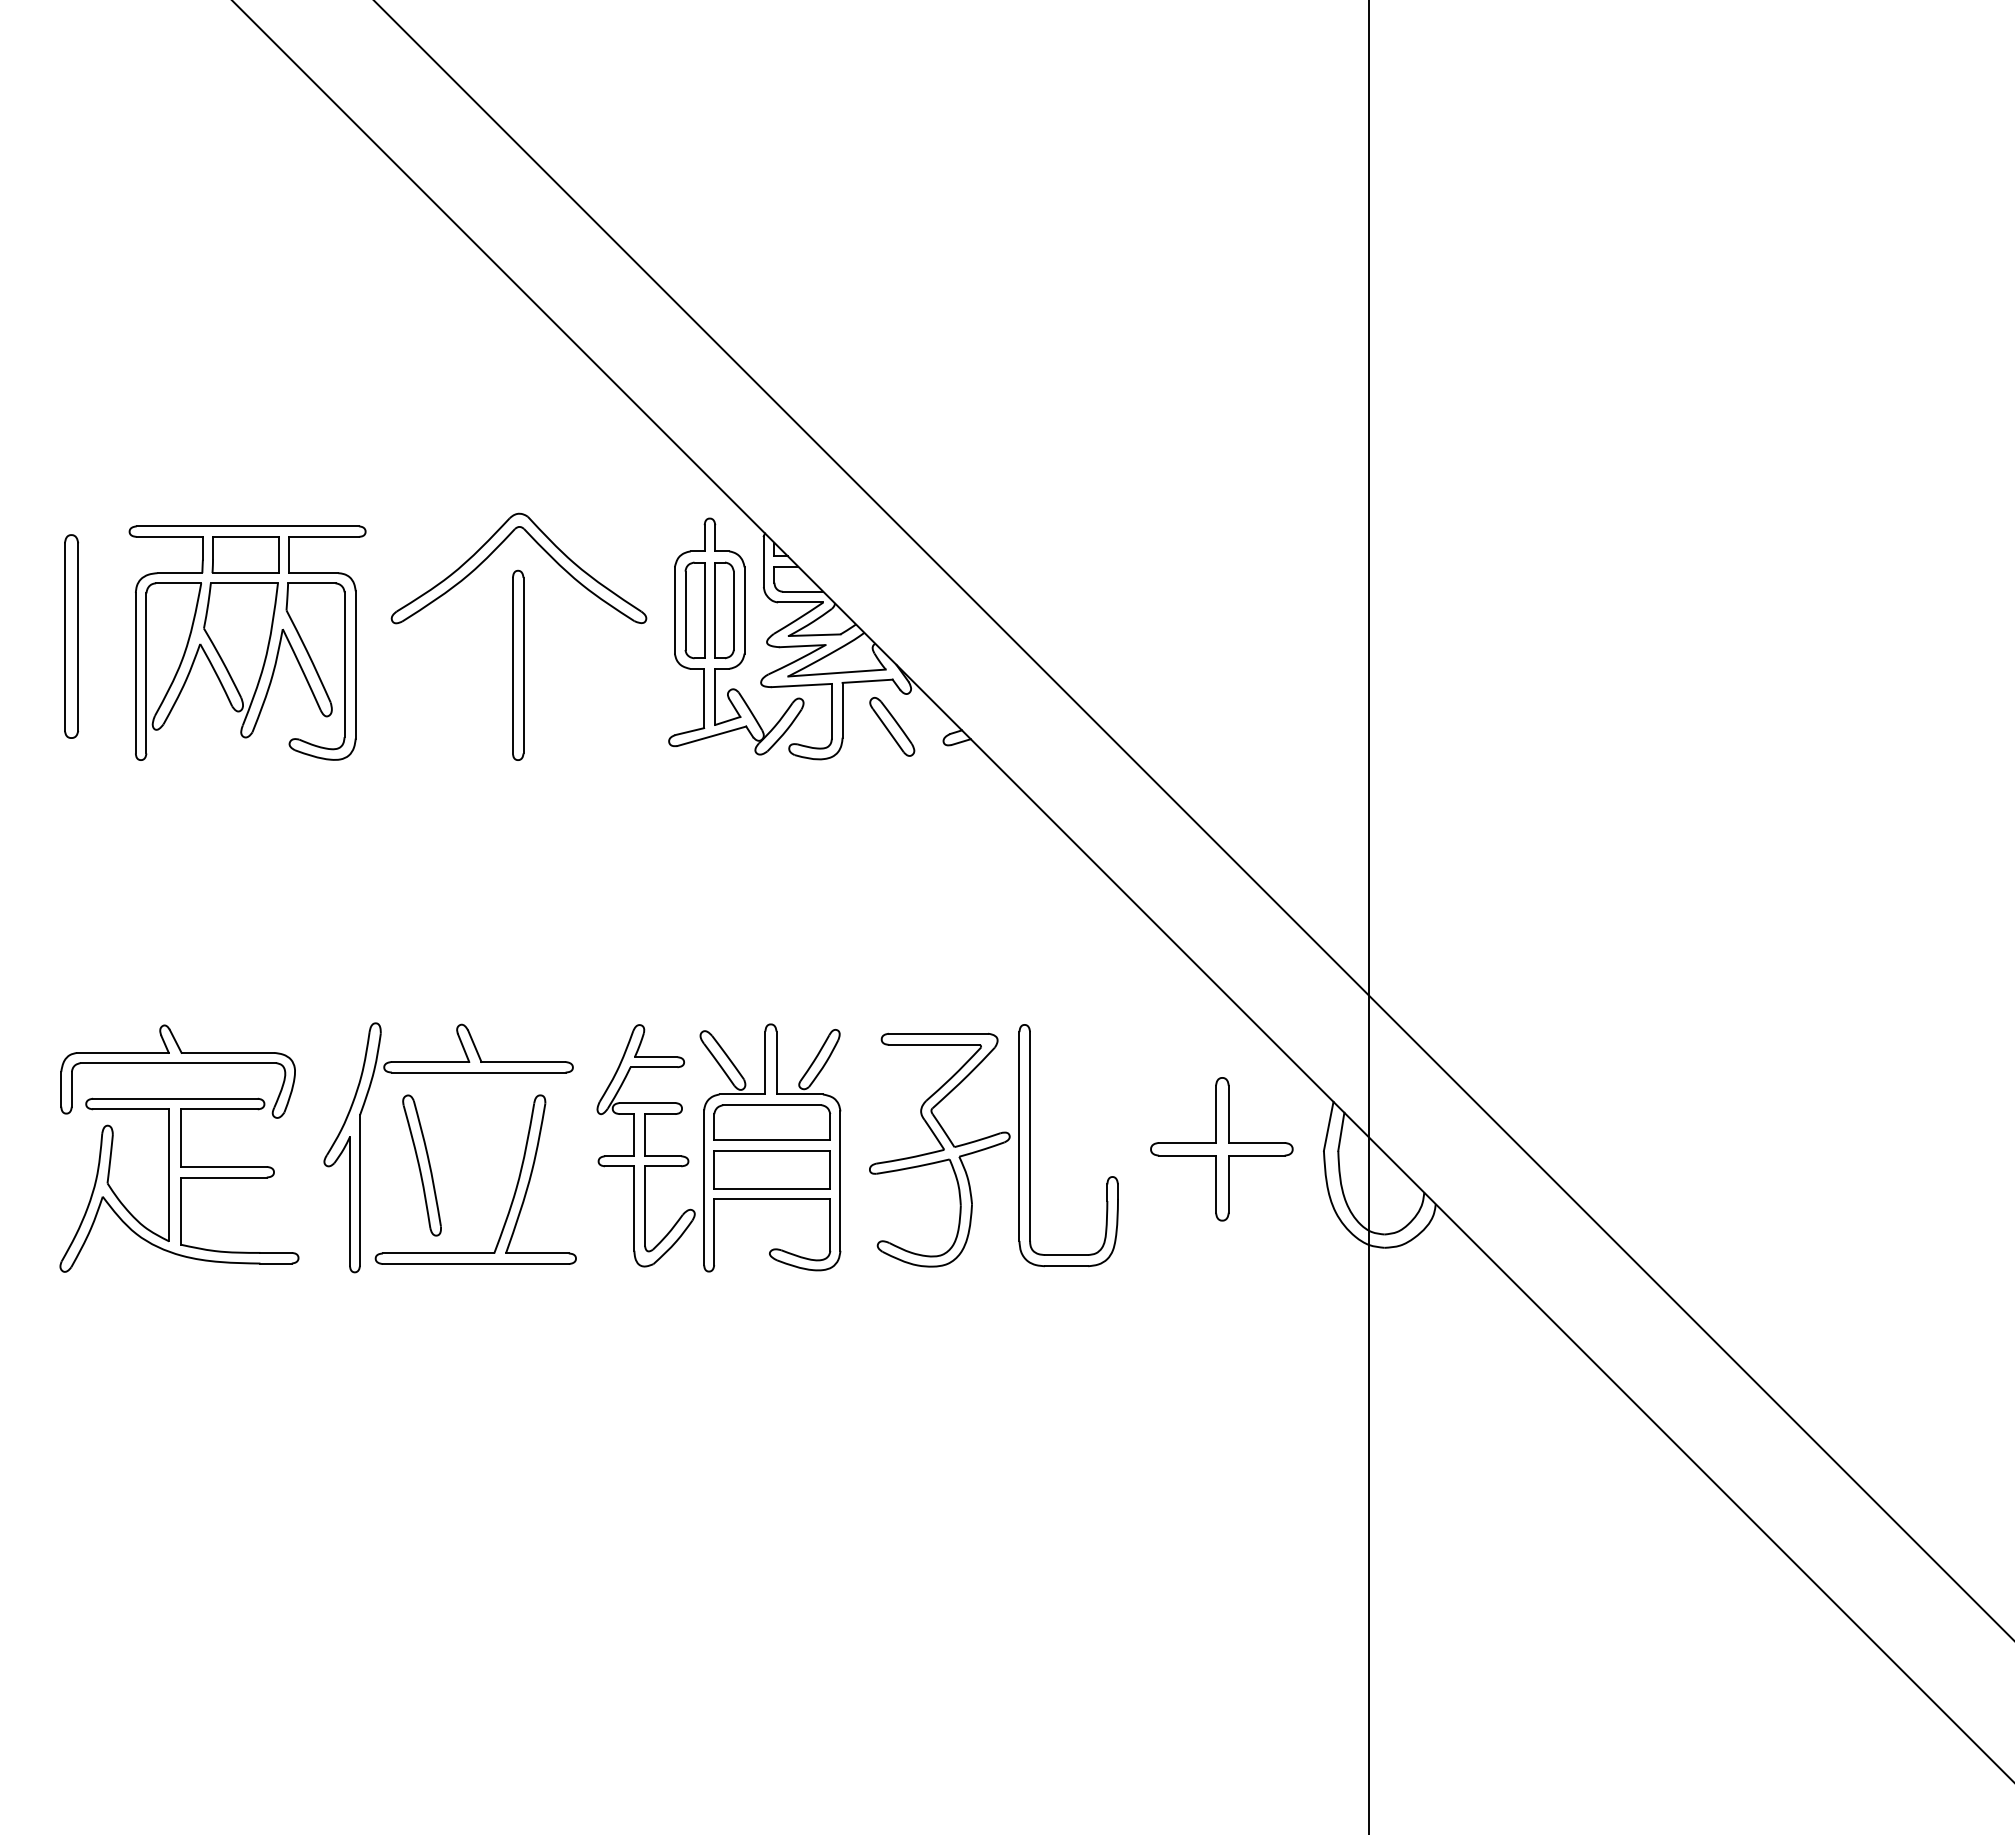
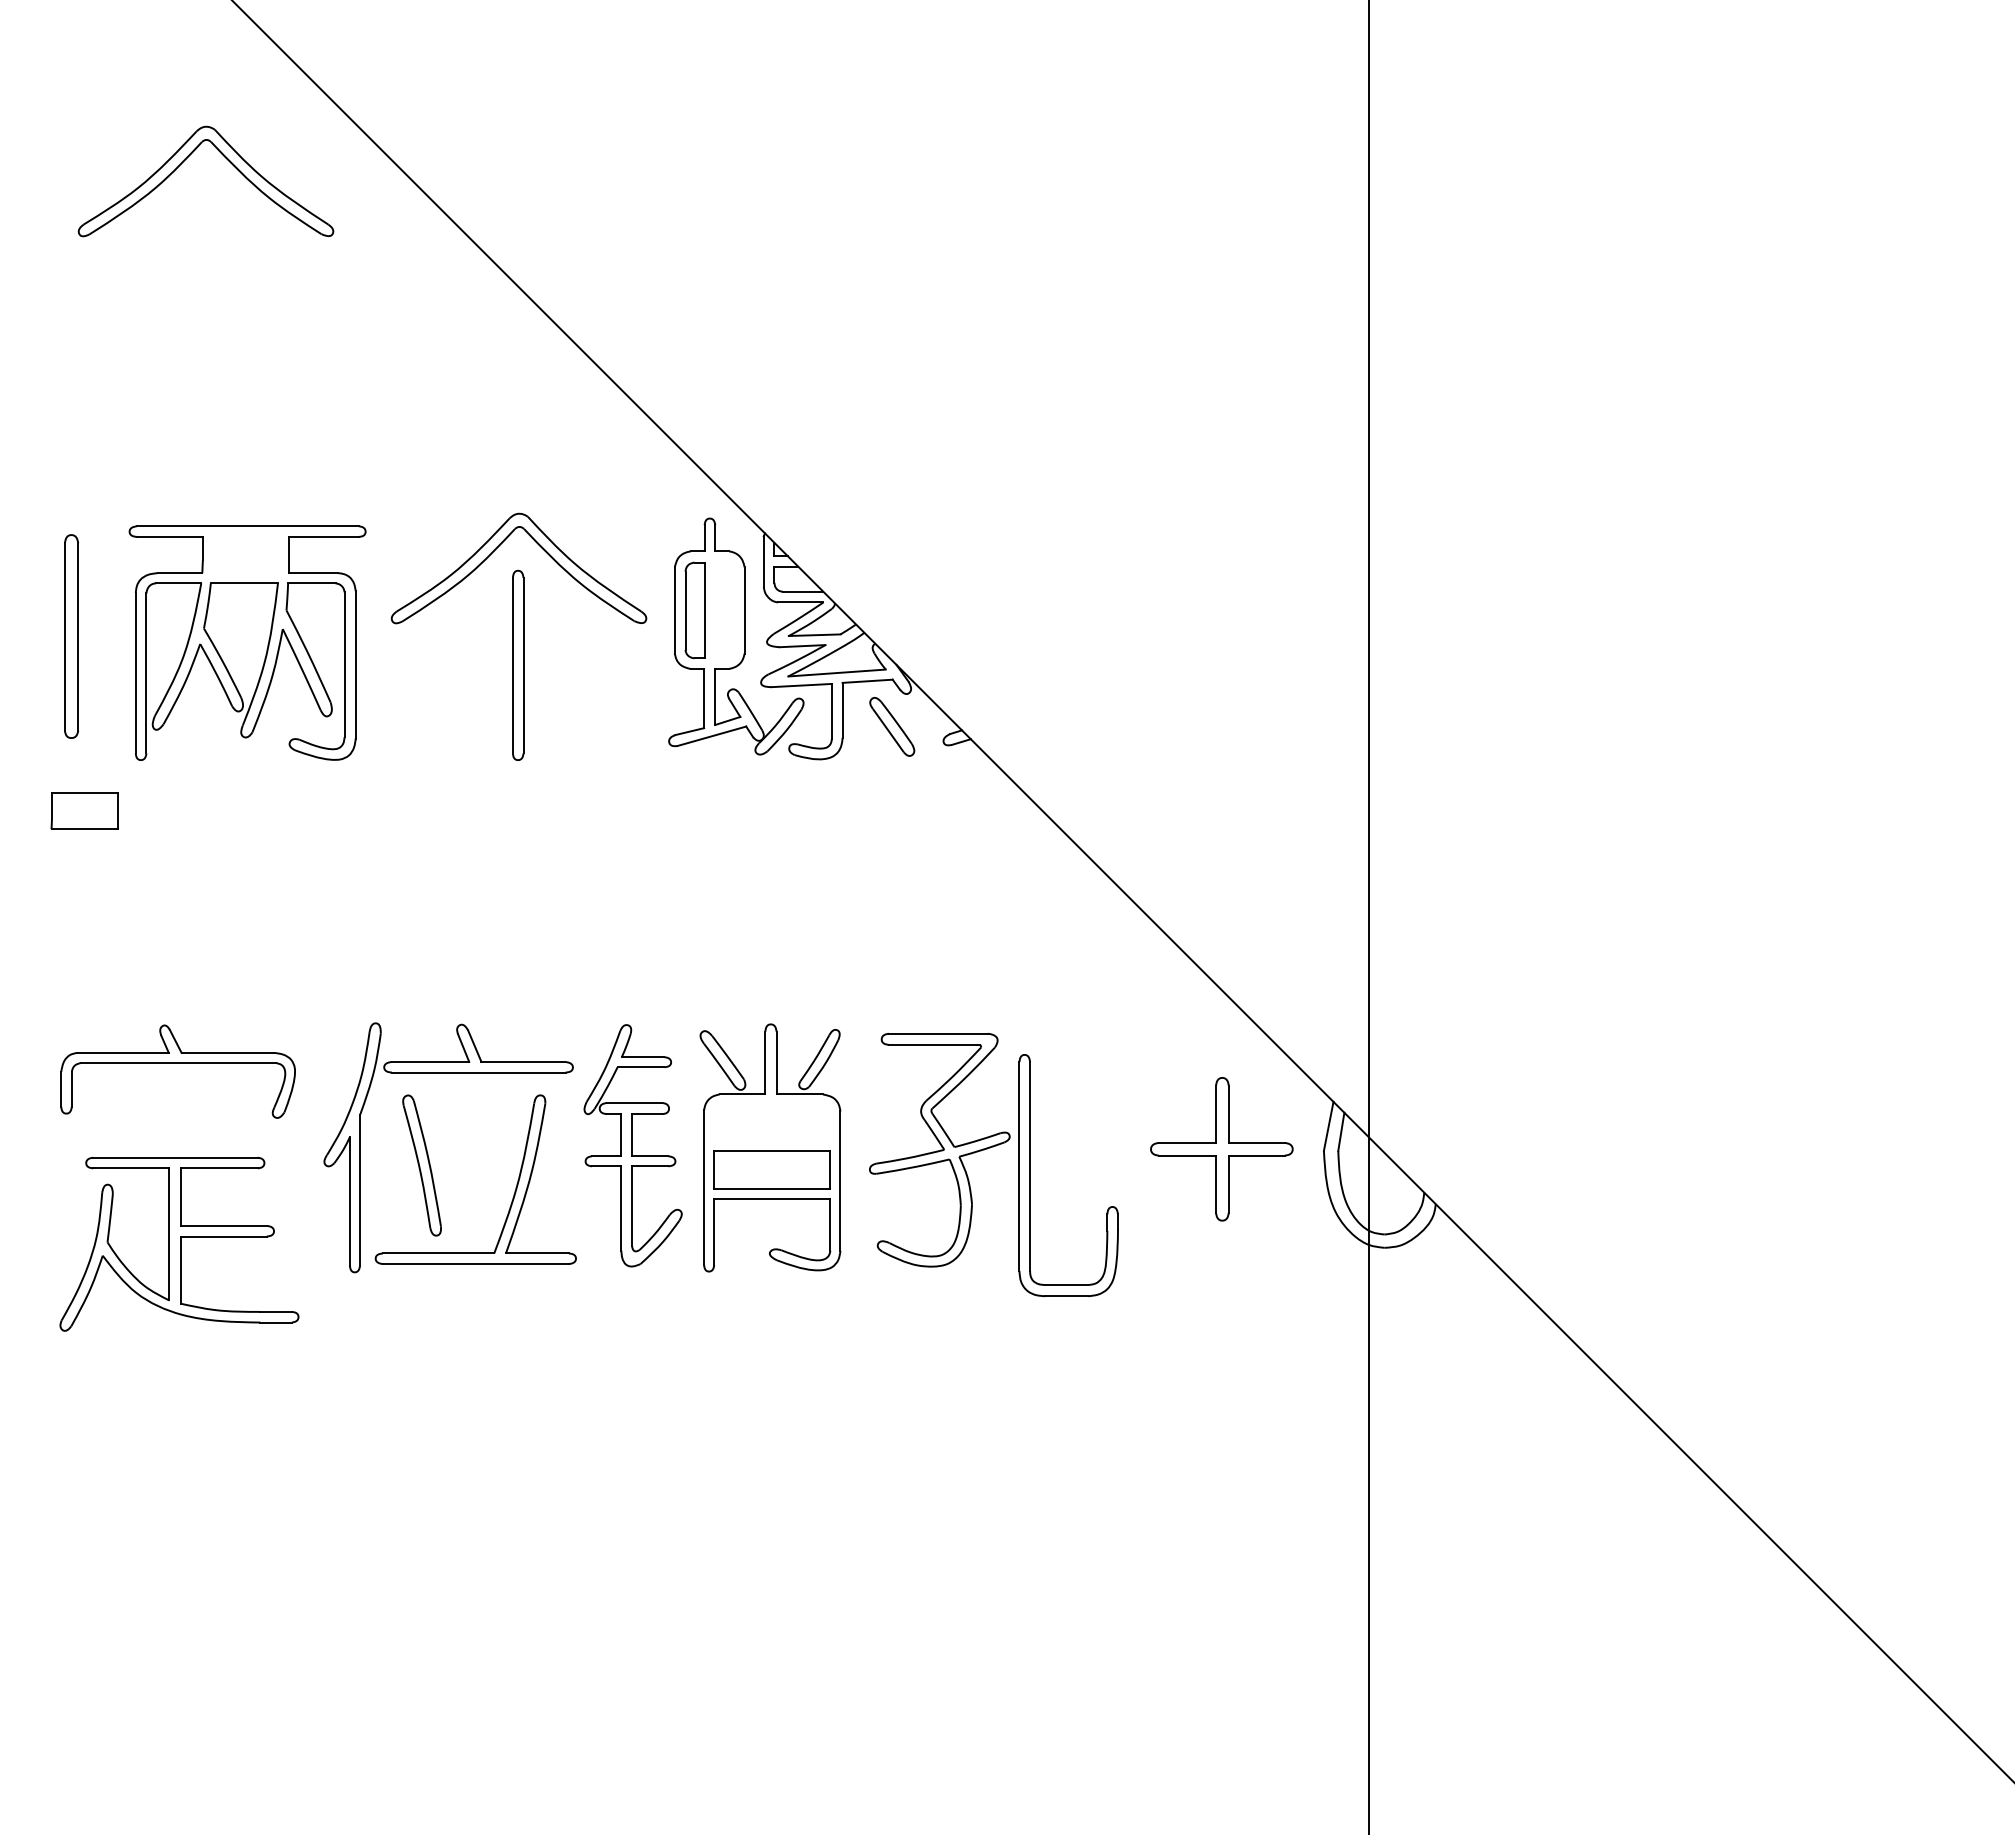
part at (185, 160): none -> present
part at (245, 554) position: (245, 554) -> (84, 810)
part at (724, 610): present -> none
line at (1193, 820): present -> none
part at (772, 1122): present -> none
part at (645, 1145) position: (645, 1145) -> (632, 1145)
part at (1030, 1145) position: (1030, 1145) -> (1030, 1175)
part at (179, 1184) position: (179, 1184) -> (179, 1243)
